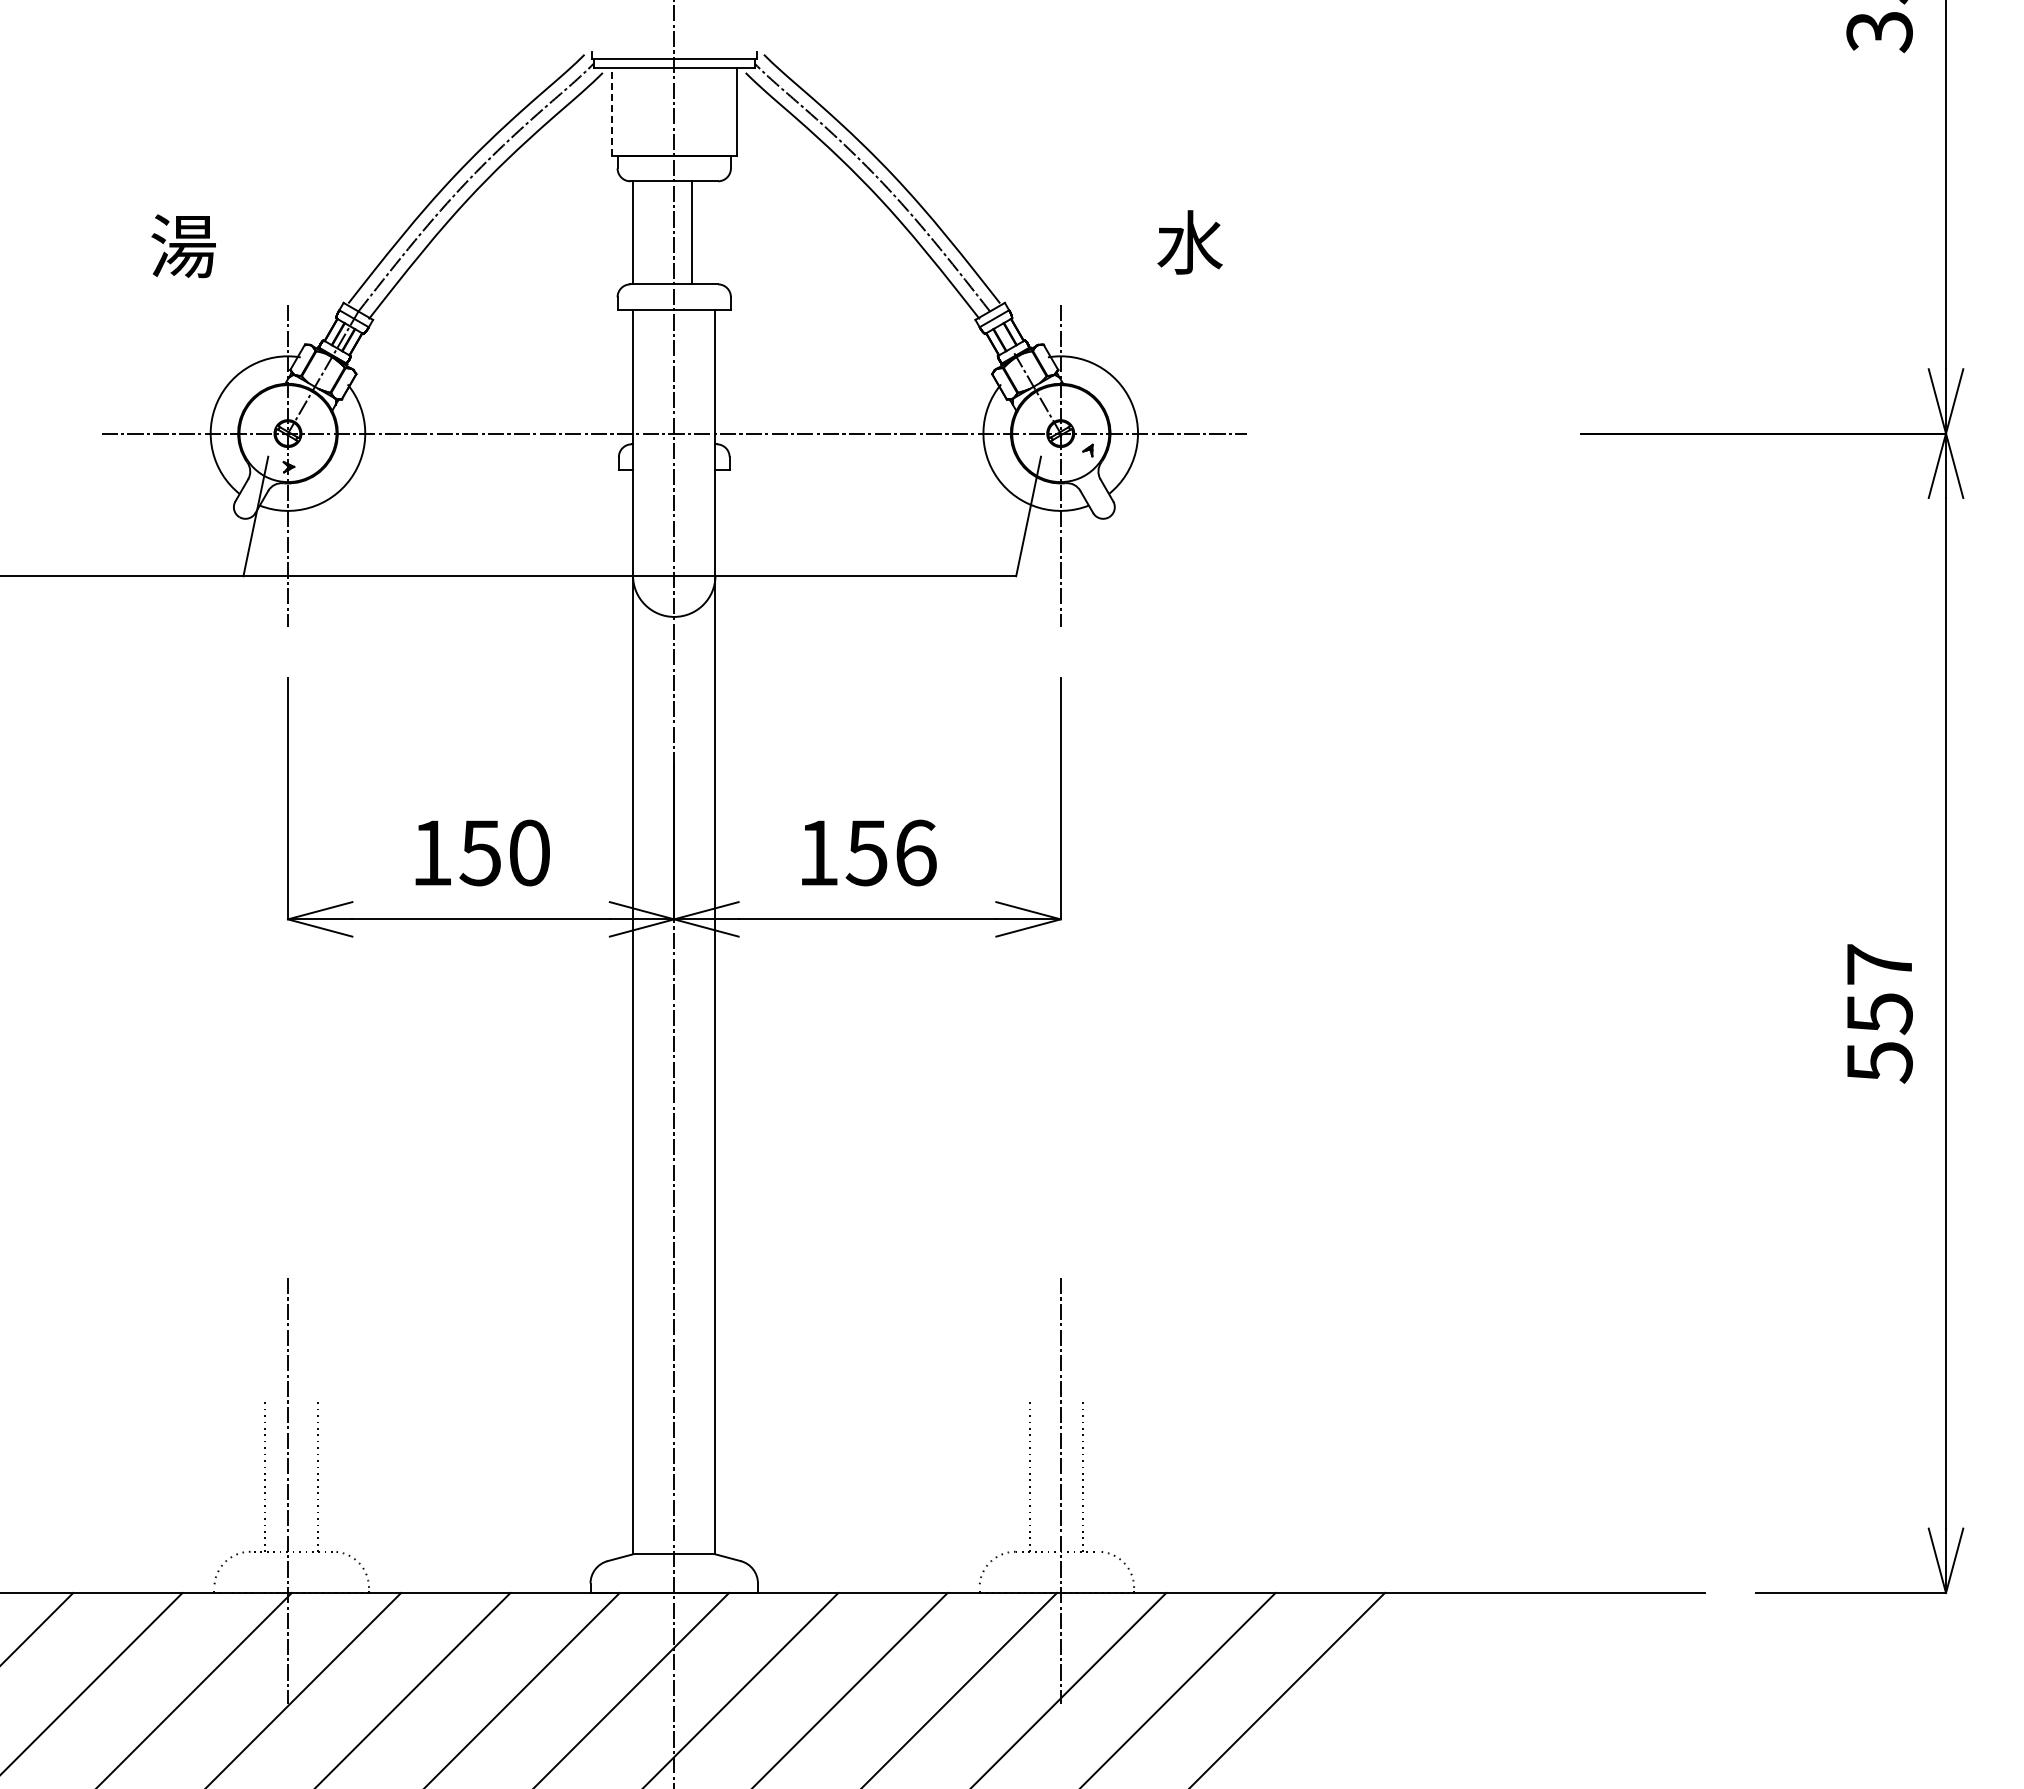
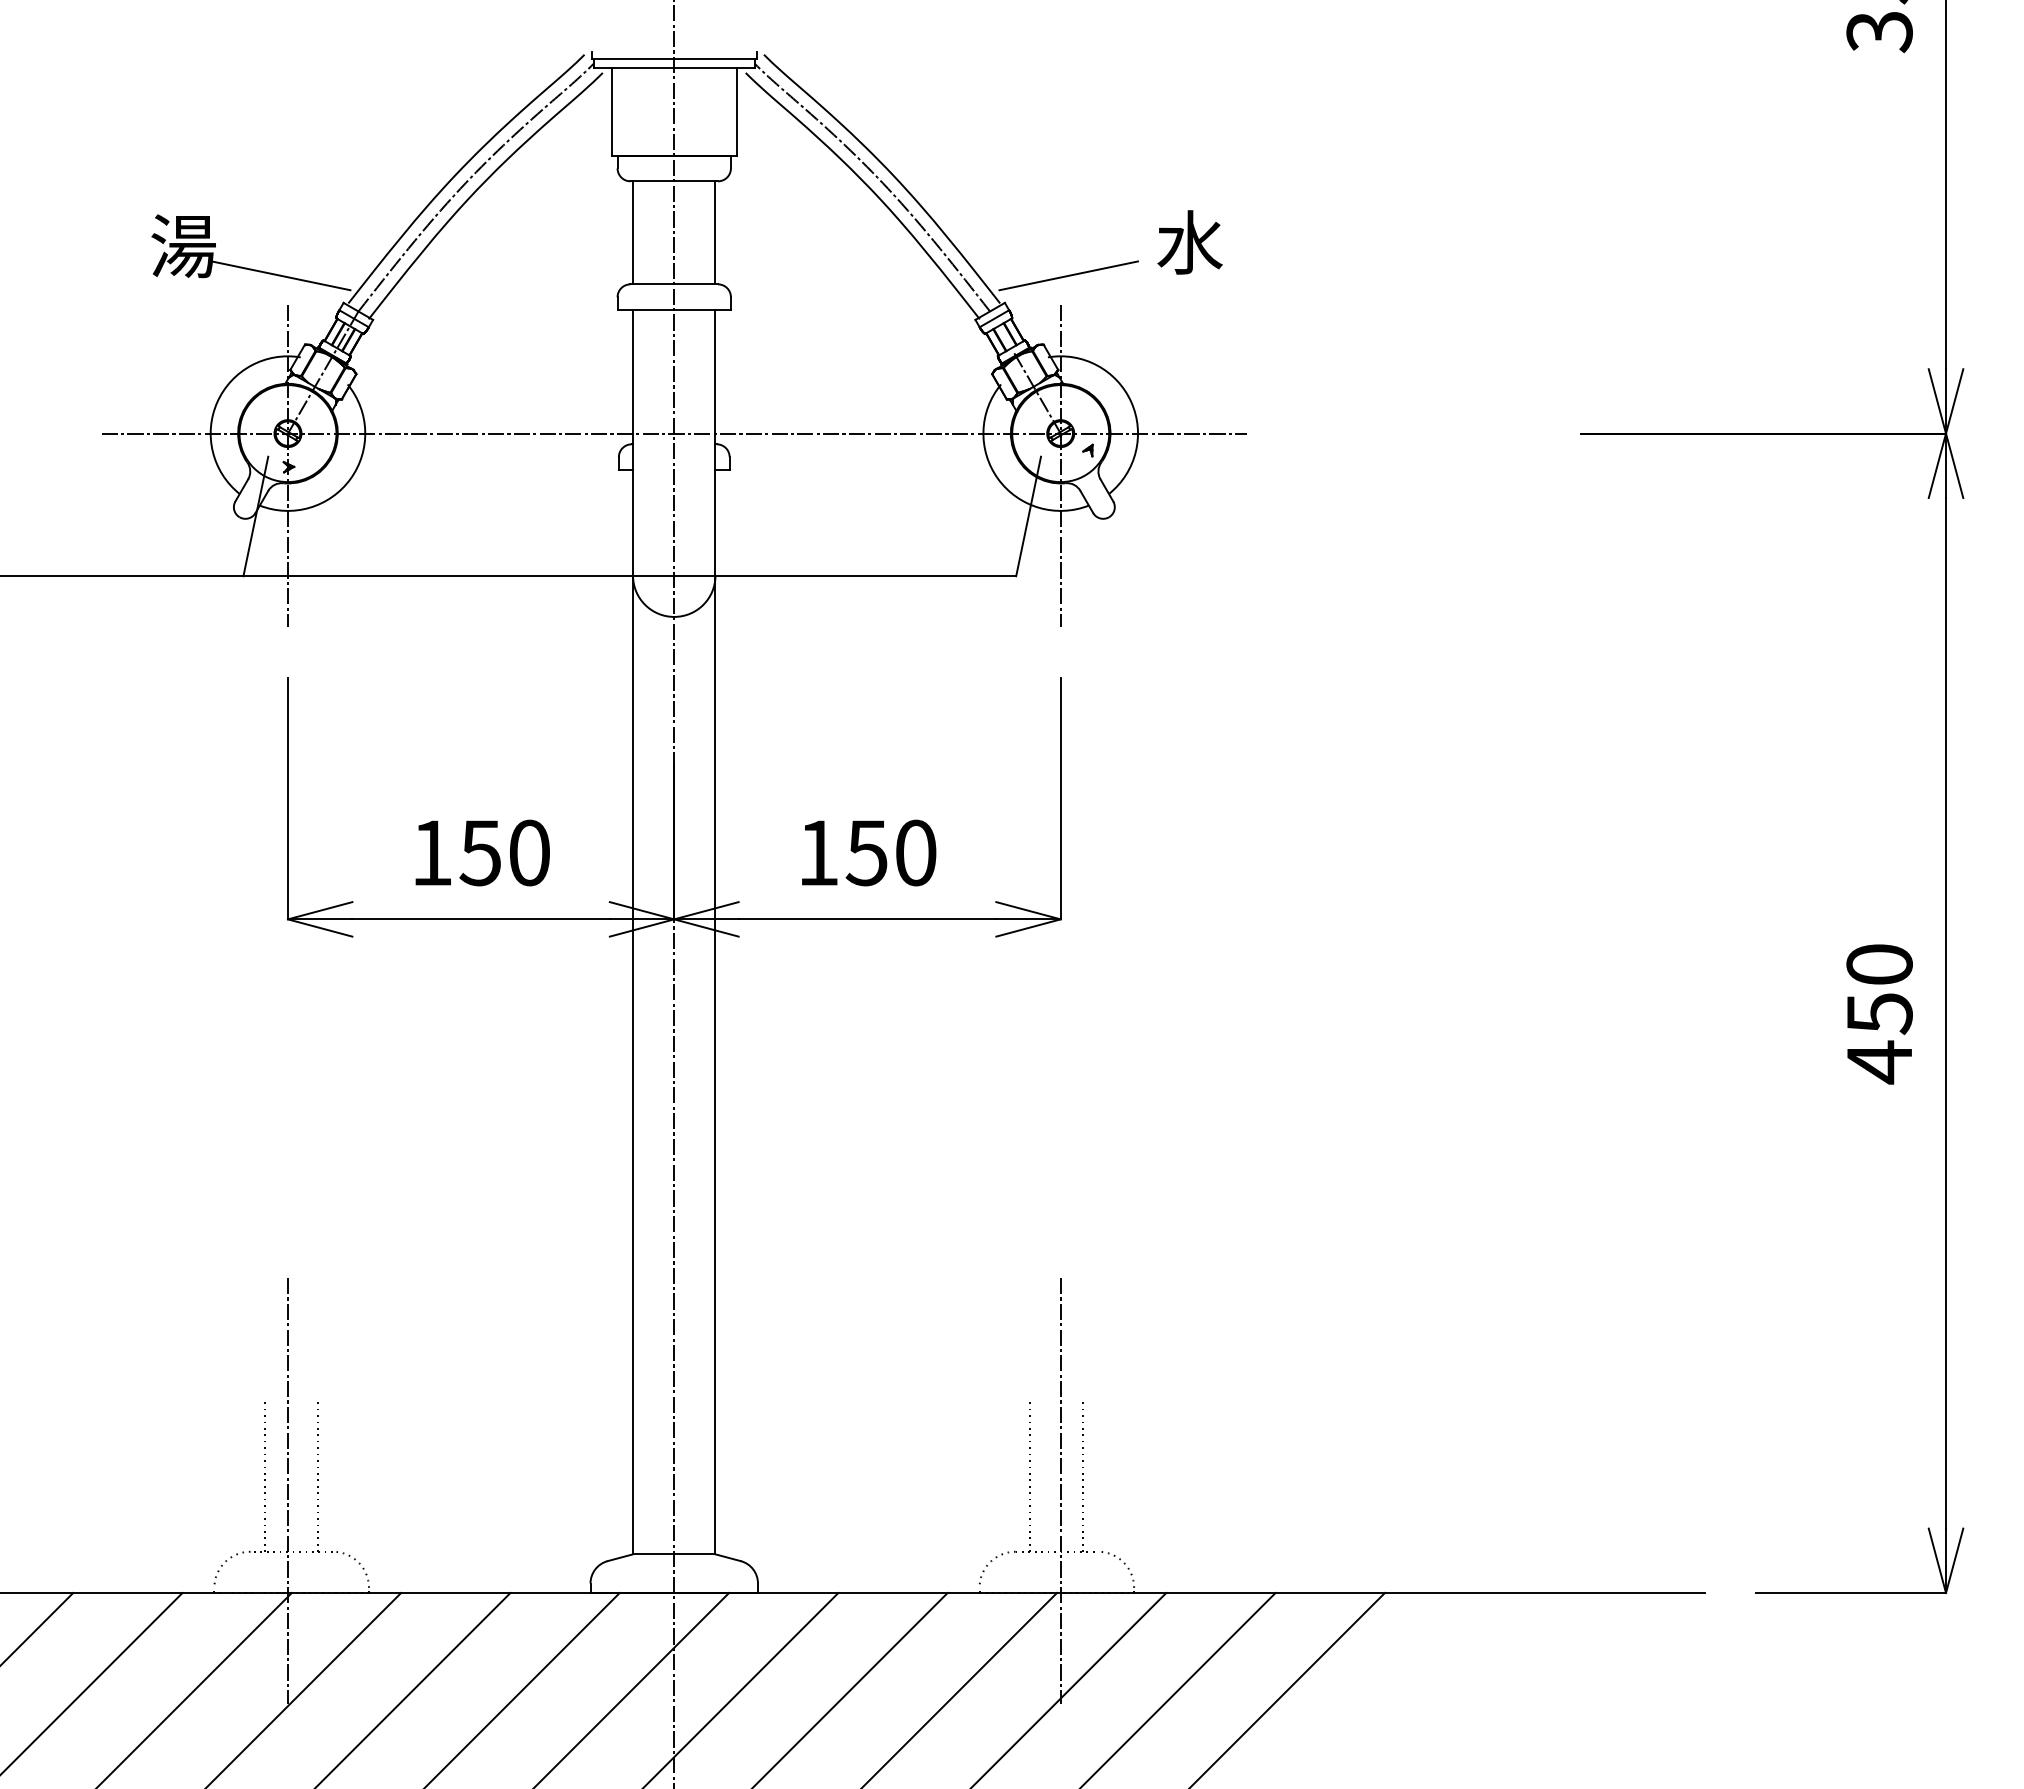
line at (611, 111): dashed -> solid
line at (692, 232) position: (692, 232) -> (715, 232)
line at (280, 275): none -> present
line at (1068, 275): none -> present
text at (916, 852): 156 -> 150
text at (1879, 1014): 557 -> 450
